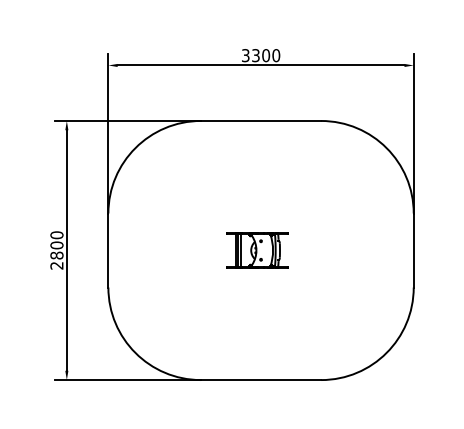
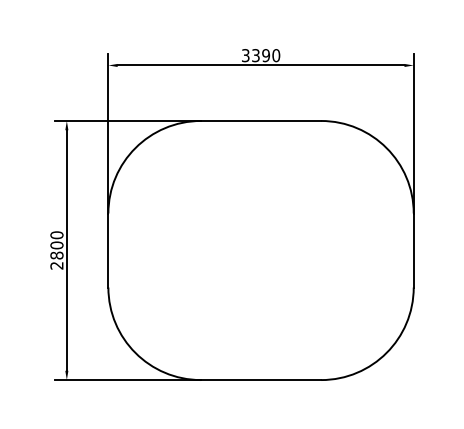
text at (265, 55): 3300 -> 3390
part at (257, 250): present -> none
